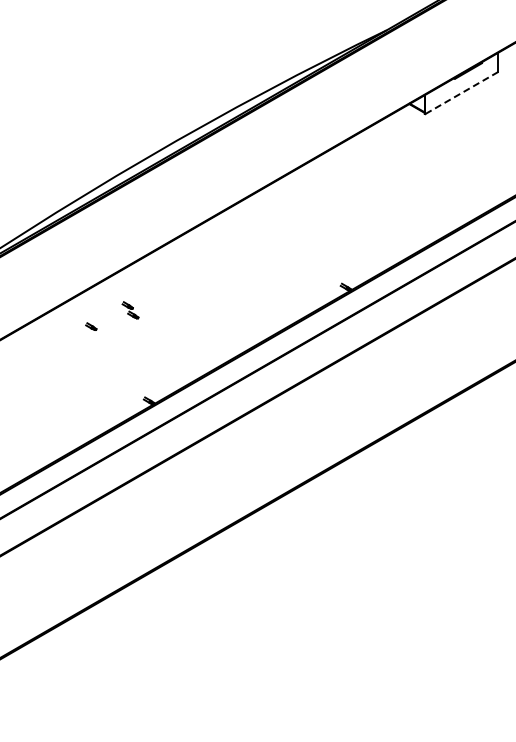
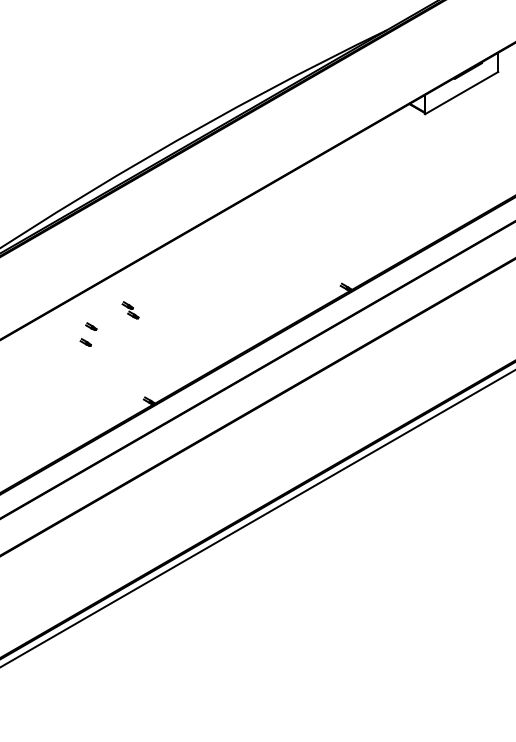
line at (461, 93): dashed -> solid
part at (85, 342): none -> present
line at (257, 518): none -> present
